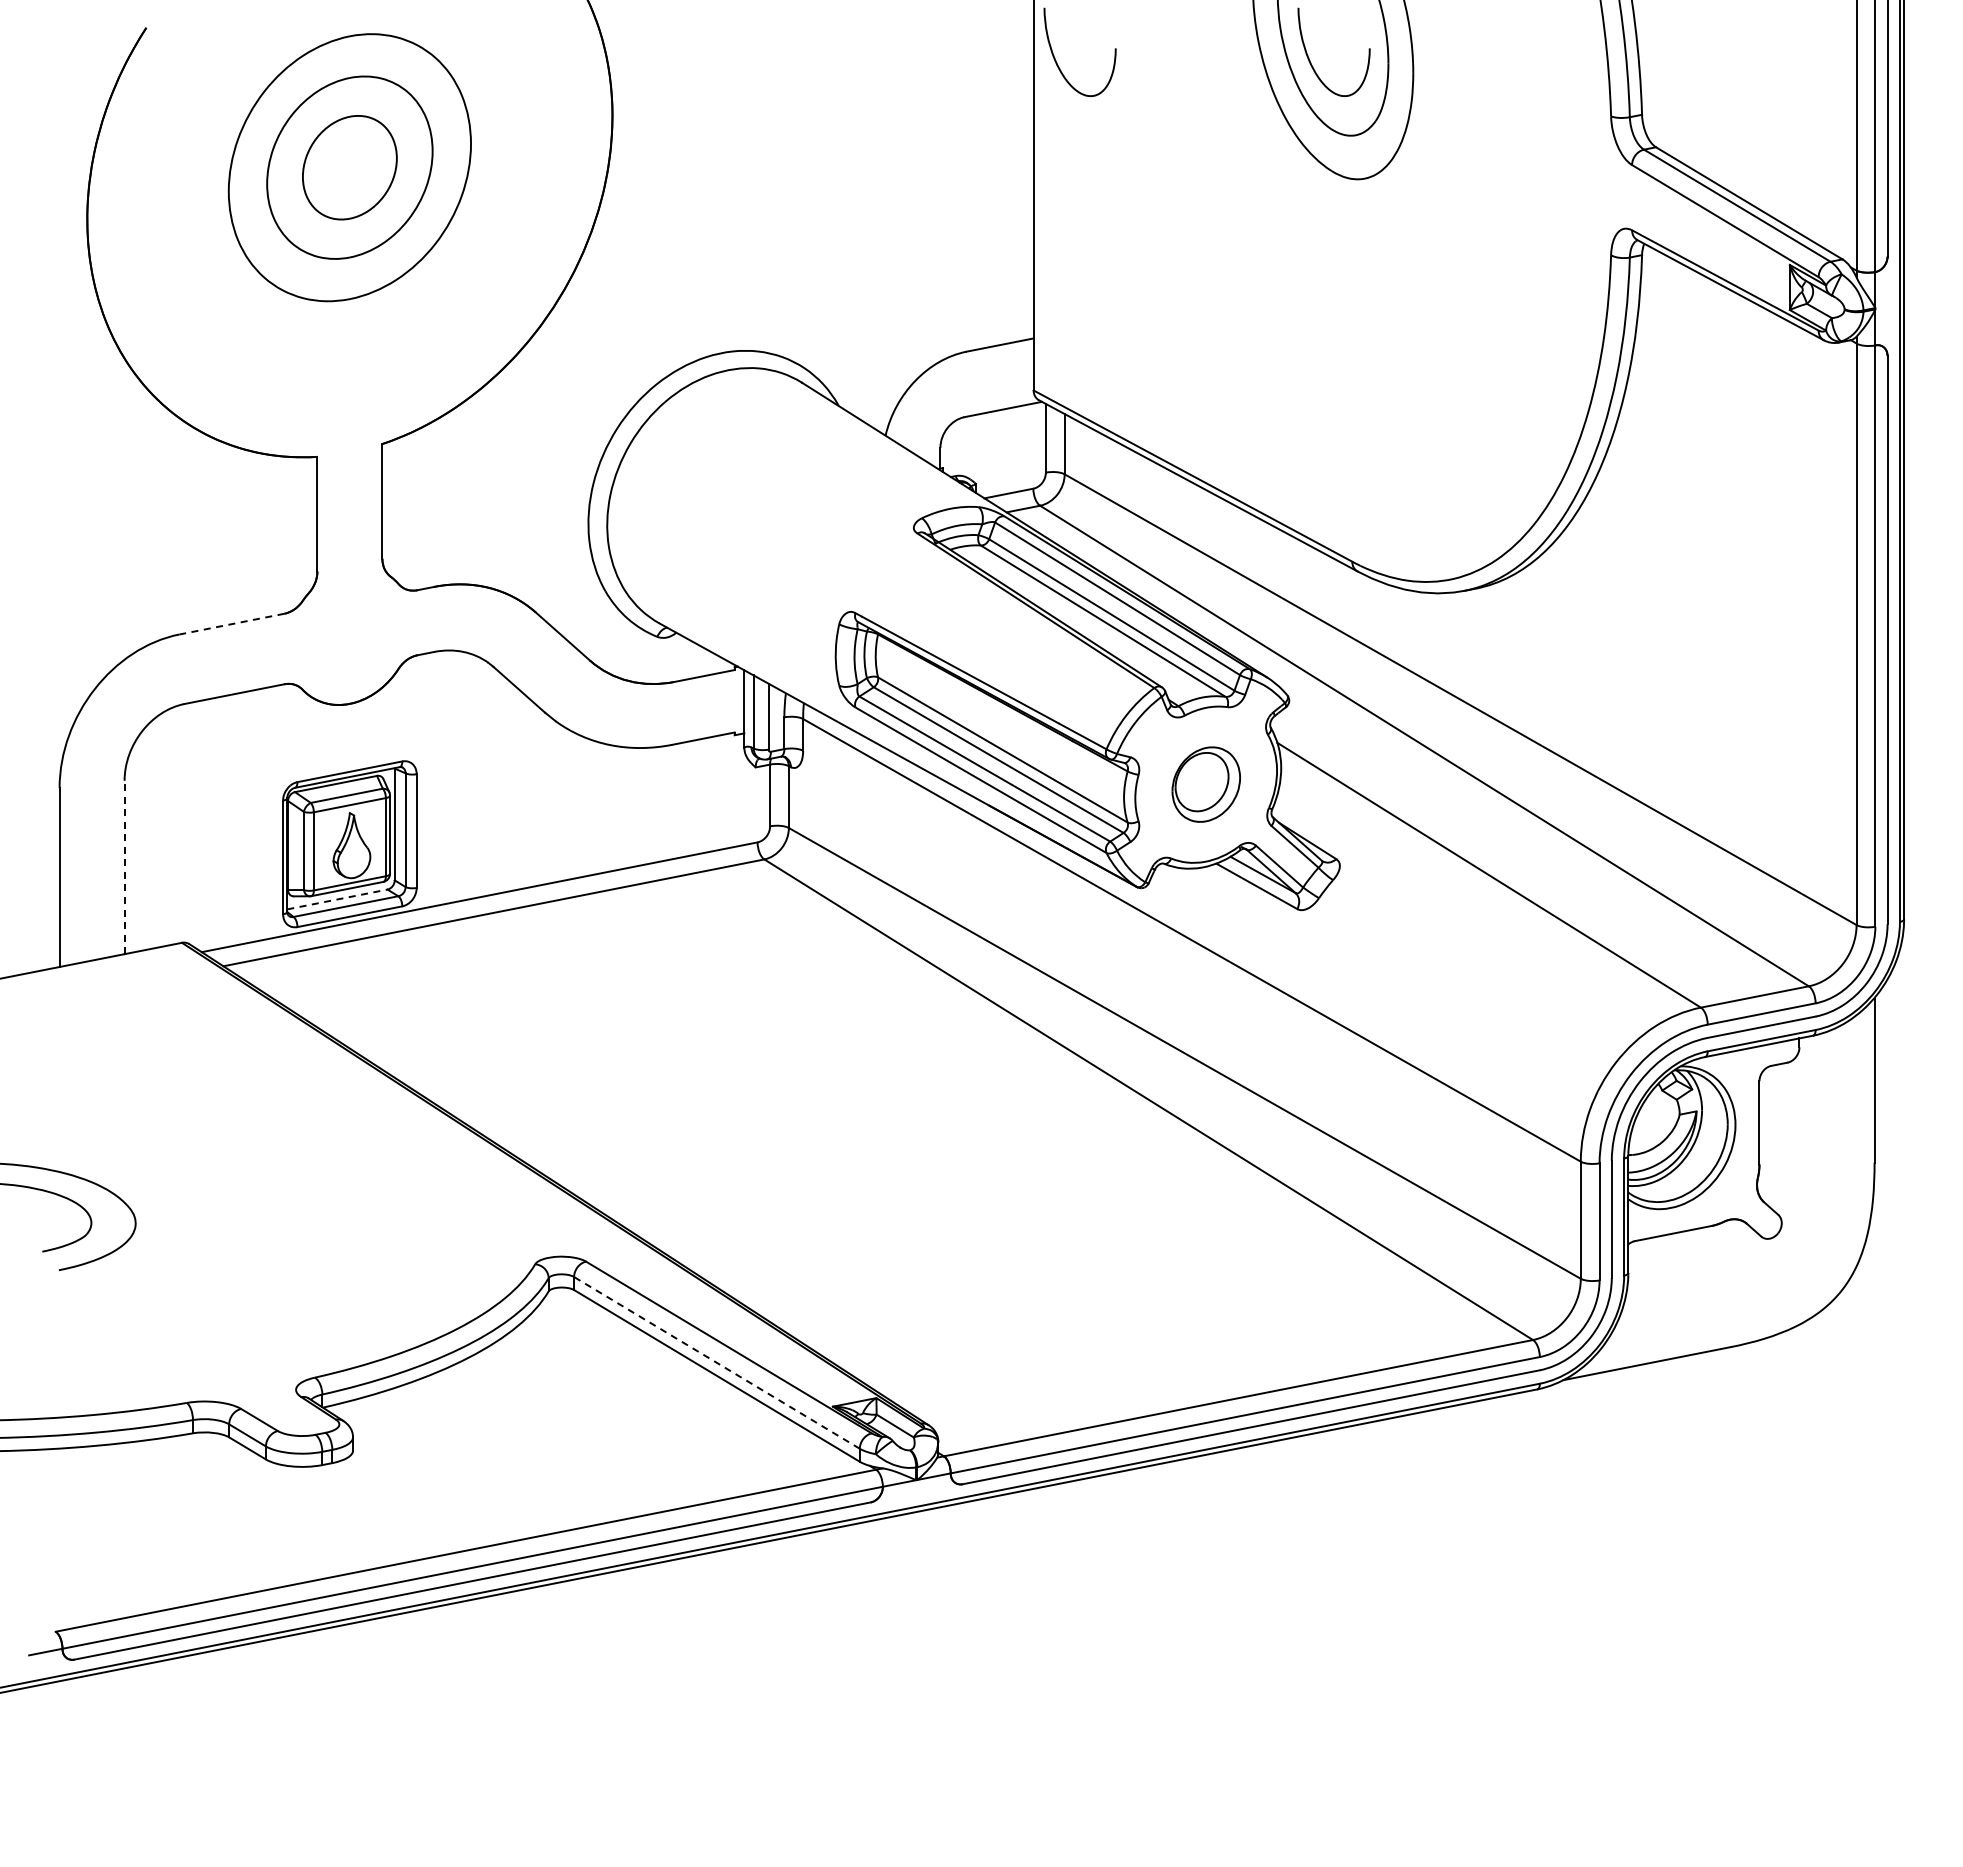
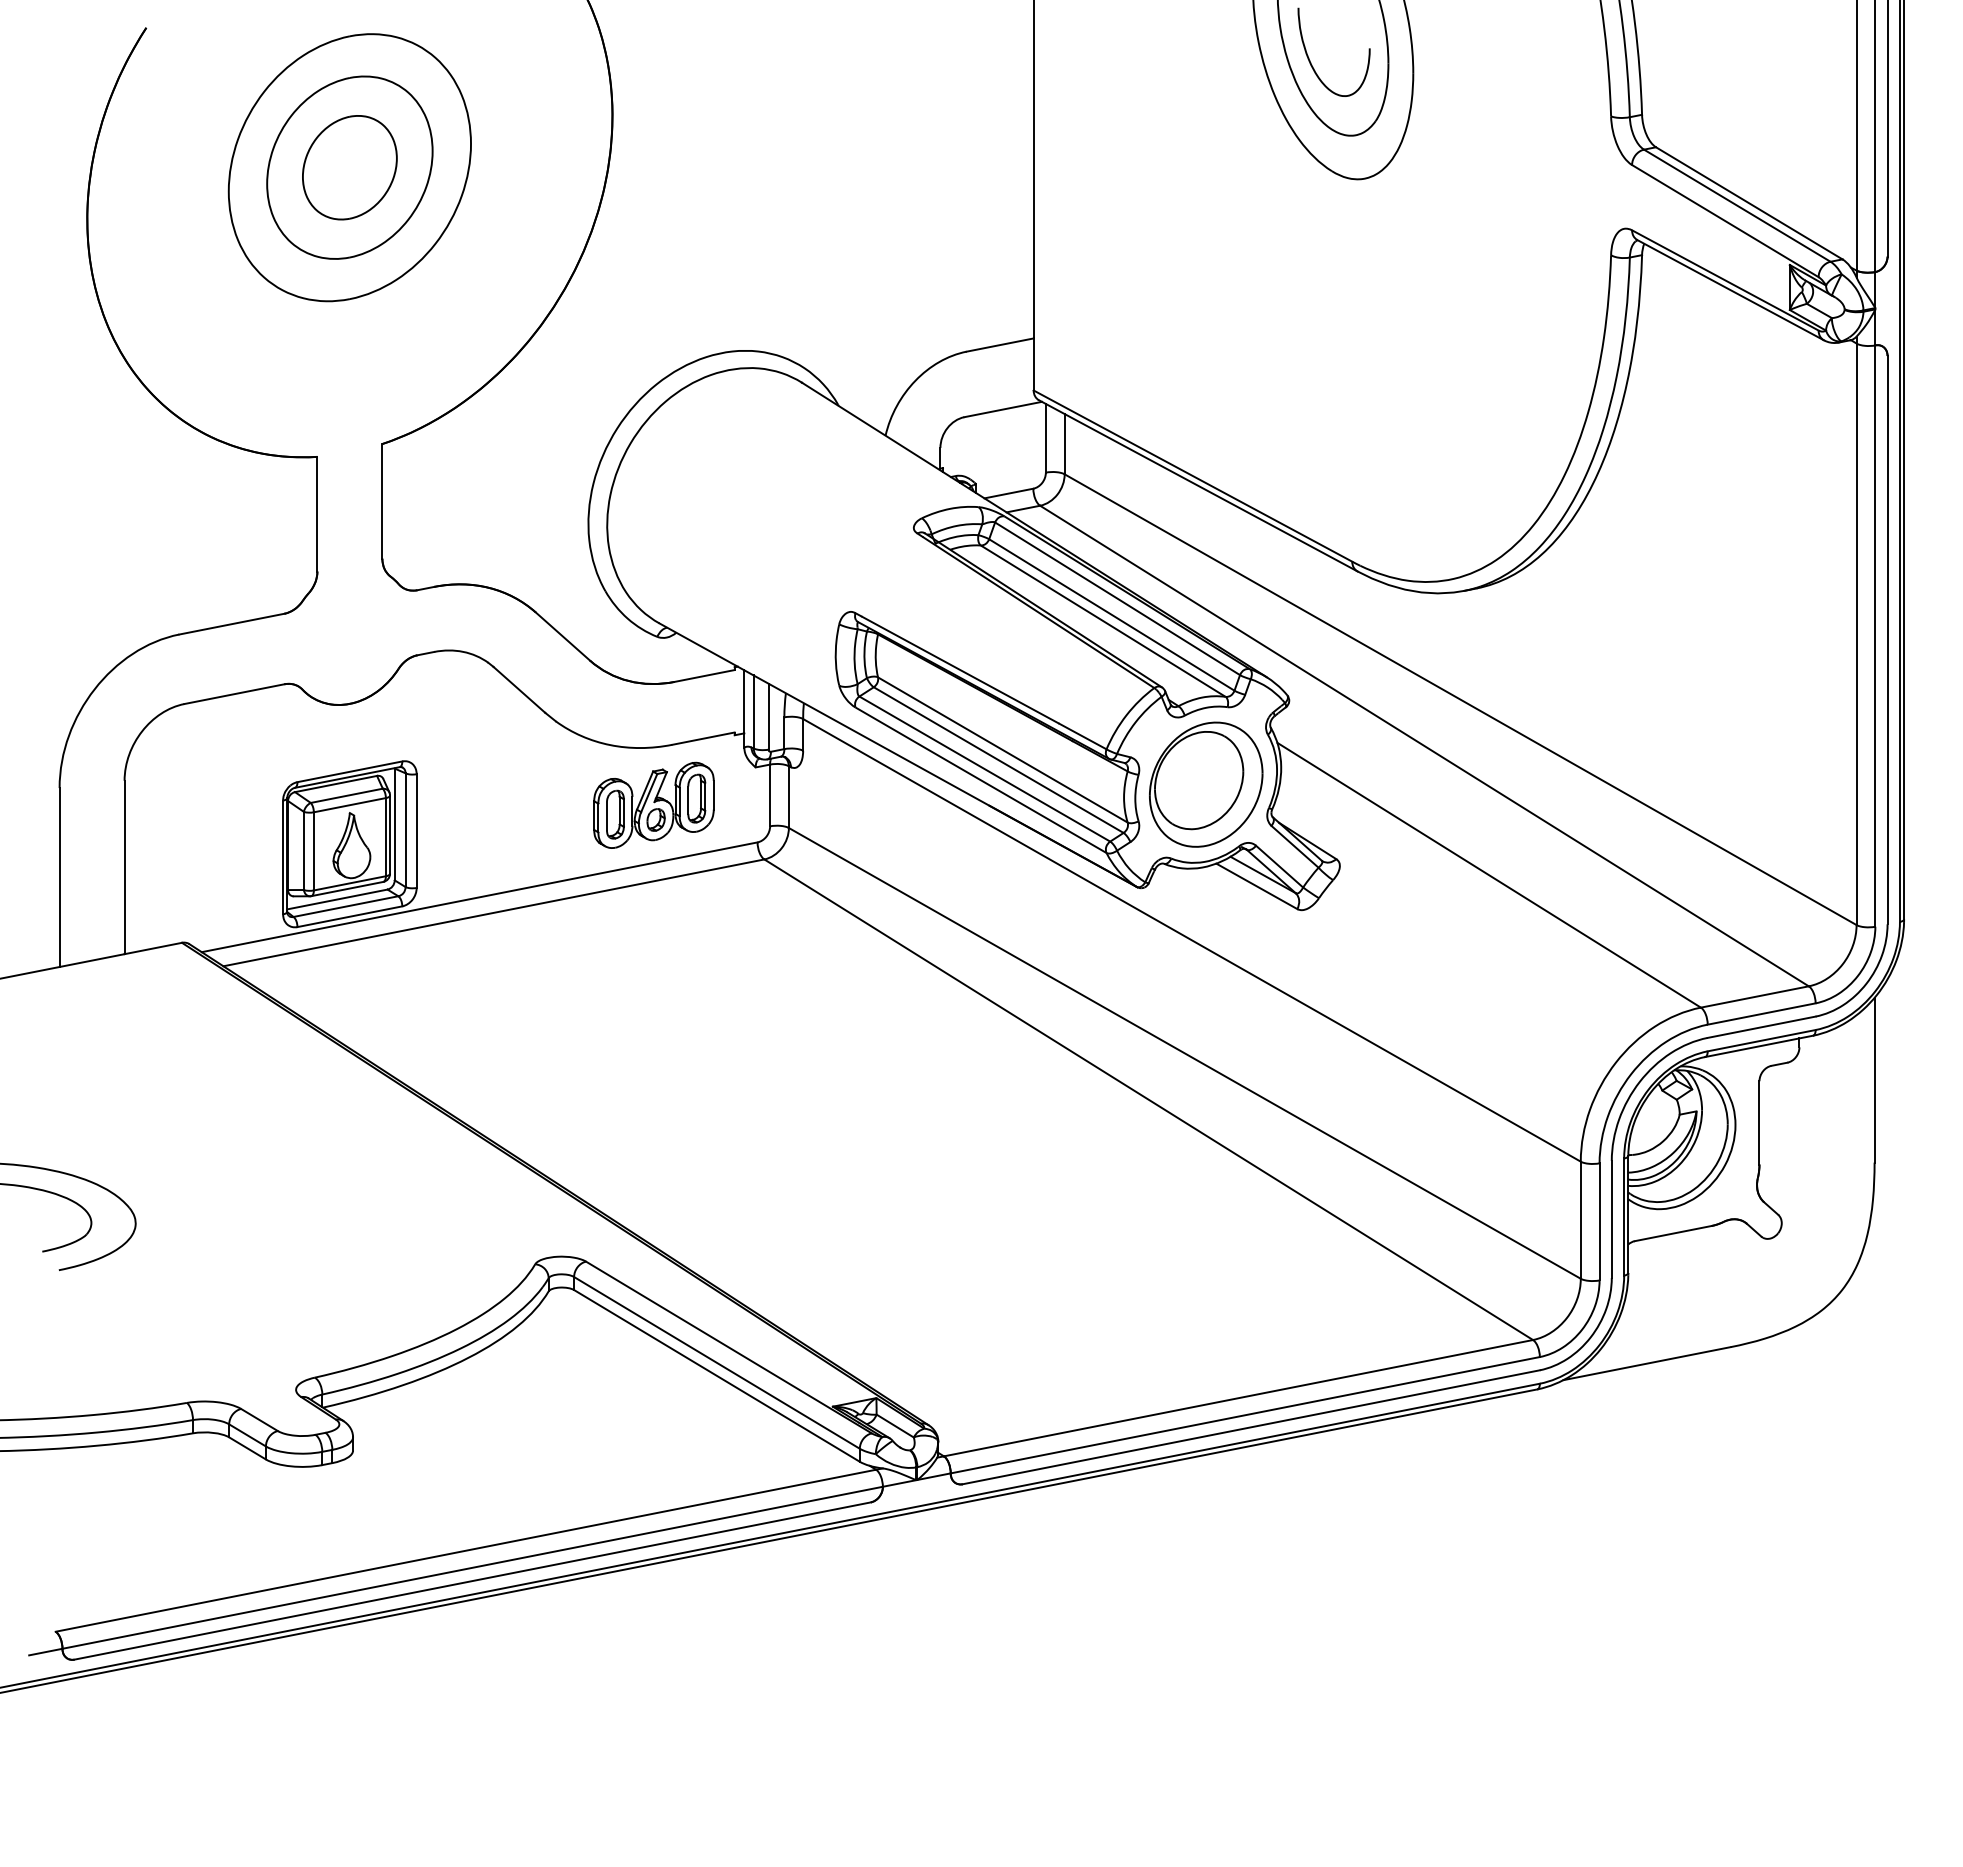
curve at (1057, 62): present -> none
line at (231, 624): dashed -> solid
part at (1205, 784) size: 70x77 px -> 115x127 px
part at (653, 804): none -> present
line at (124, 867): dashed -> solid
line at (337, 899): dashed -> solid
line at (716, 1362): dashed -> solid
